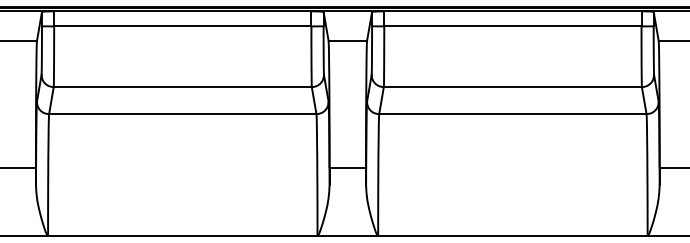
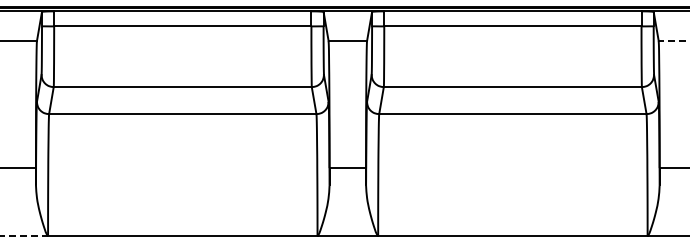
line at (673, 41): solid -> dashed
line at (24, 235): solid -> dashed
